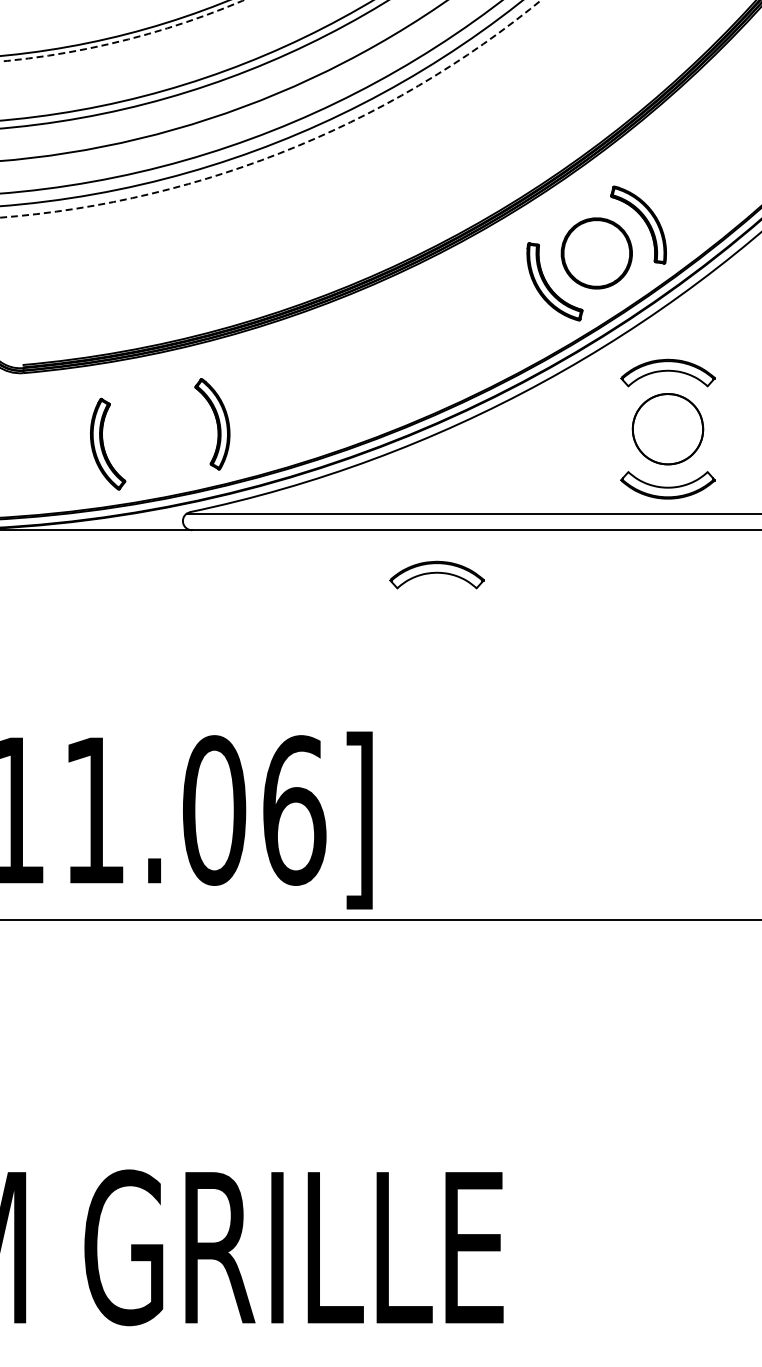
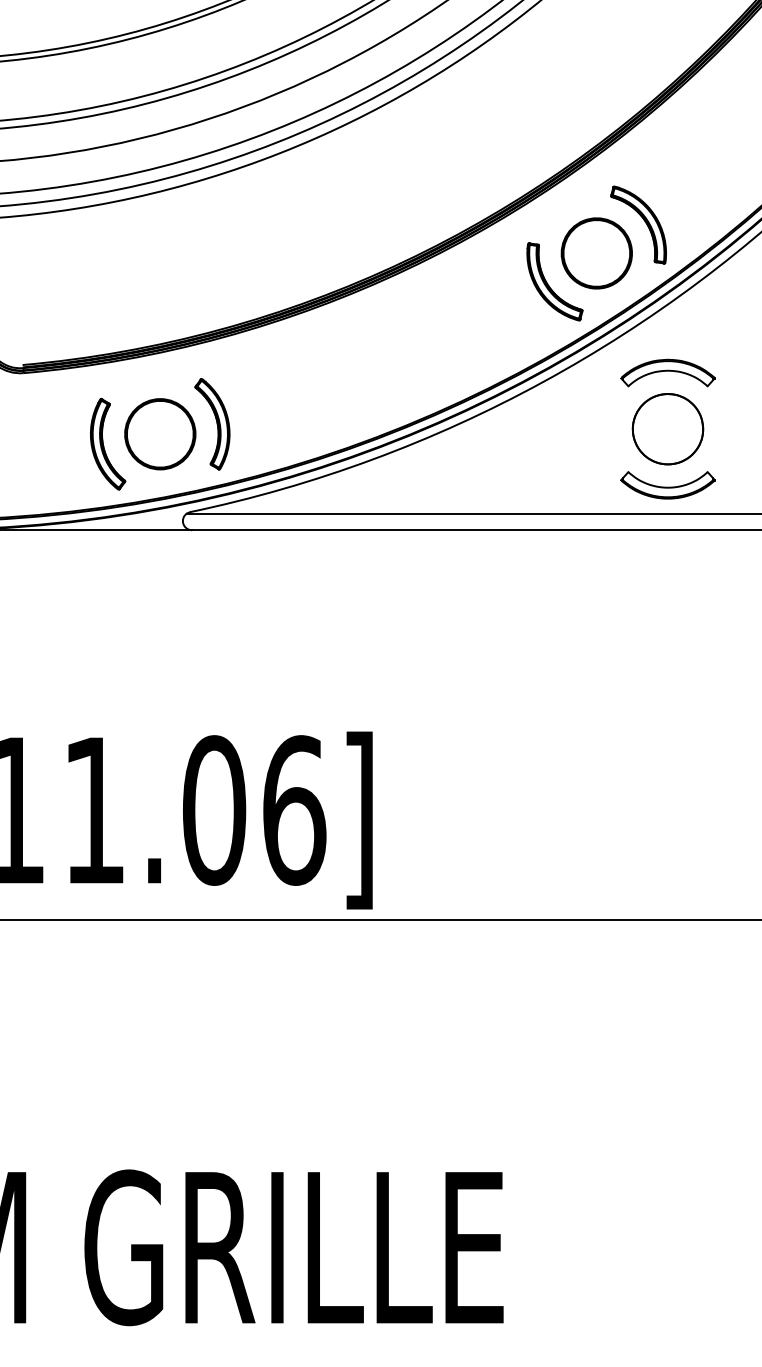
circle at (121, 30): dashed -> solid
arc at (287, 150): dashed -> solid
part at (160, 434): none -> present
part at (436, 574): present -> none
